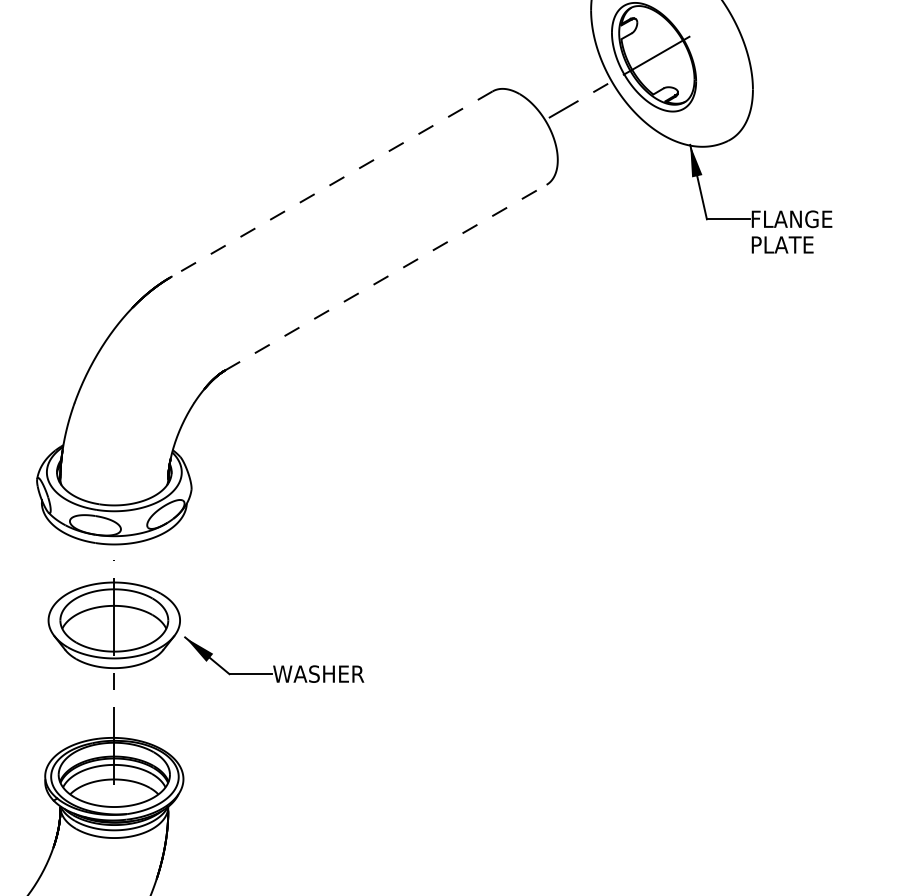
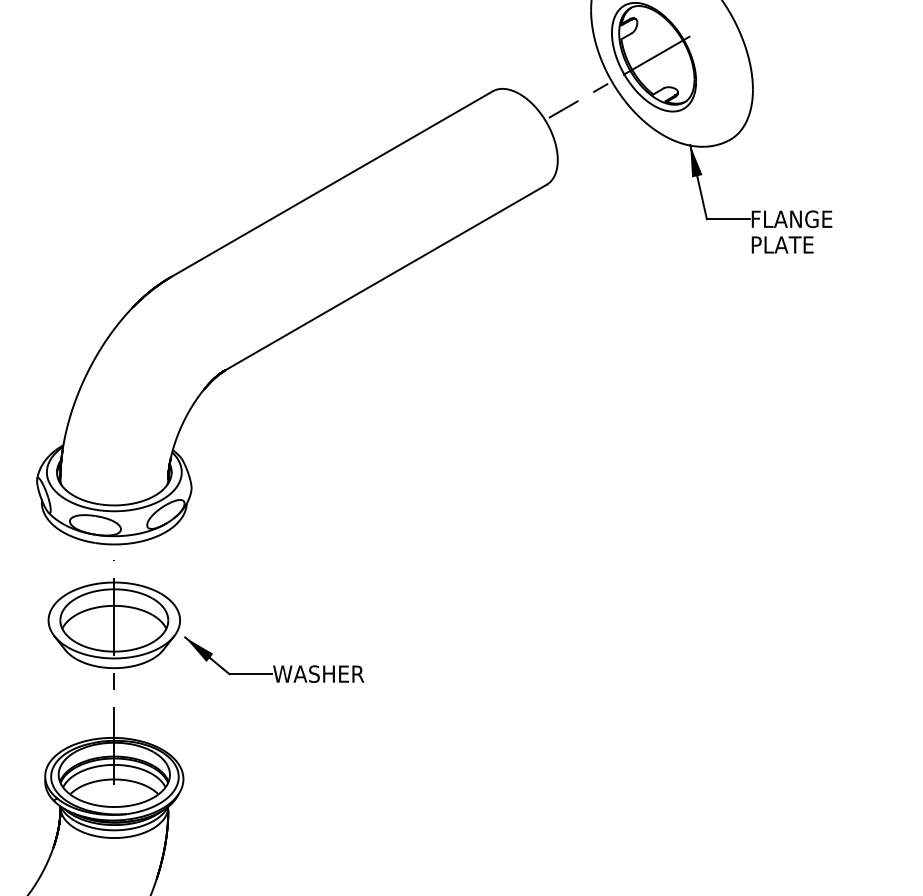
line at (332, 183): dashed -> solid
line at (385, 277): dashed -> solid
